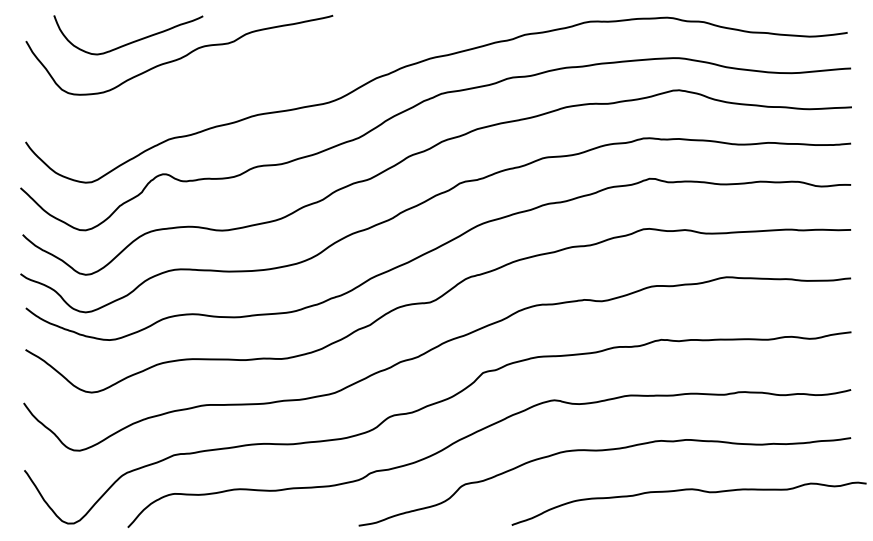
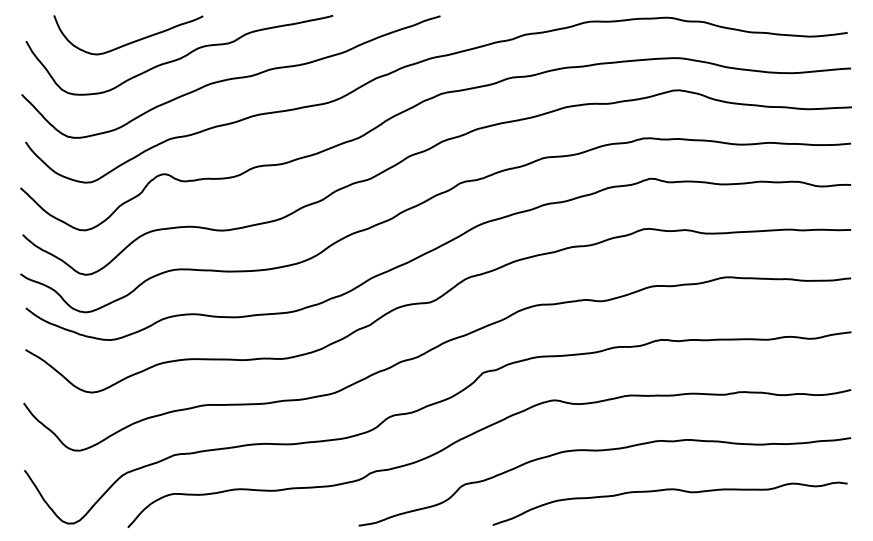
curve at (230, 78): none -> present
curve at (688, 490) position: (688, 490) -> (669, 490)
